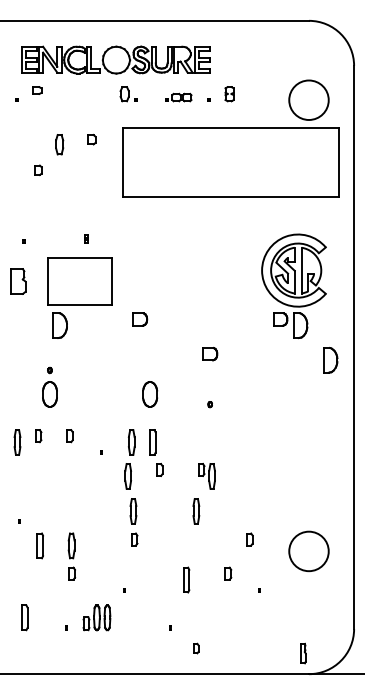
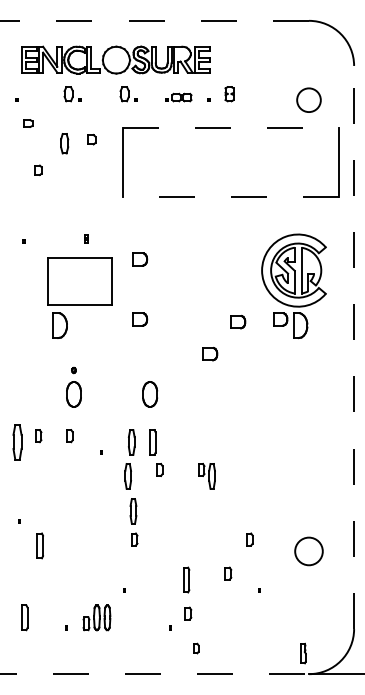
line at (154, 20): solid -> dashed
part at (37, 90) position: (37, 90) -> (28, 123)
part at (72, 94): none -> present
circle at (308, 100) diameter: 39 px -> 24 px
line at (231, 127): solid -> dashed
part at (59, 144) position: (59, 144) -> (64, 143)
line at (230, 196): solid -> dashed
part at (140, 259): none -> present
part at (18, 281): present -> none
part at (238, 321): none -> present
line at (354, 347): solid -> dashed
part at (330, 360): present -> none
part at (49, 386) position: (49, 386) -> (73, 386)
part at (209, 404): present -> none
part at (17, 442) size: 9x27 px -> 11x37 px
part at (196, 511): present -> none
circle at (308, 551) size: 42x43 px -> 30x31 px
part at (71, 556): present -> none
part at (188, 613): none -> present
line at (155, 674): solid -> dashed
